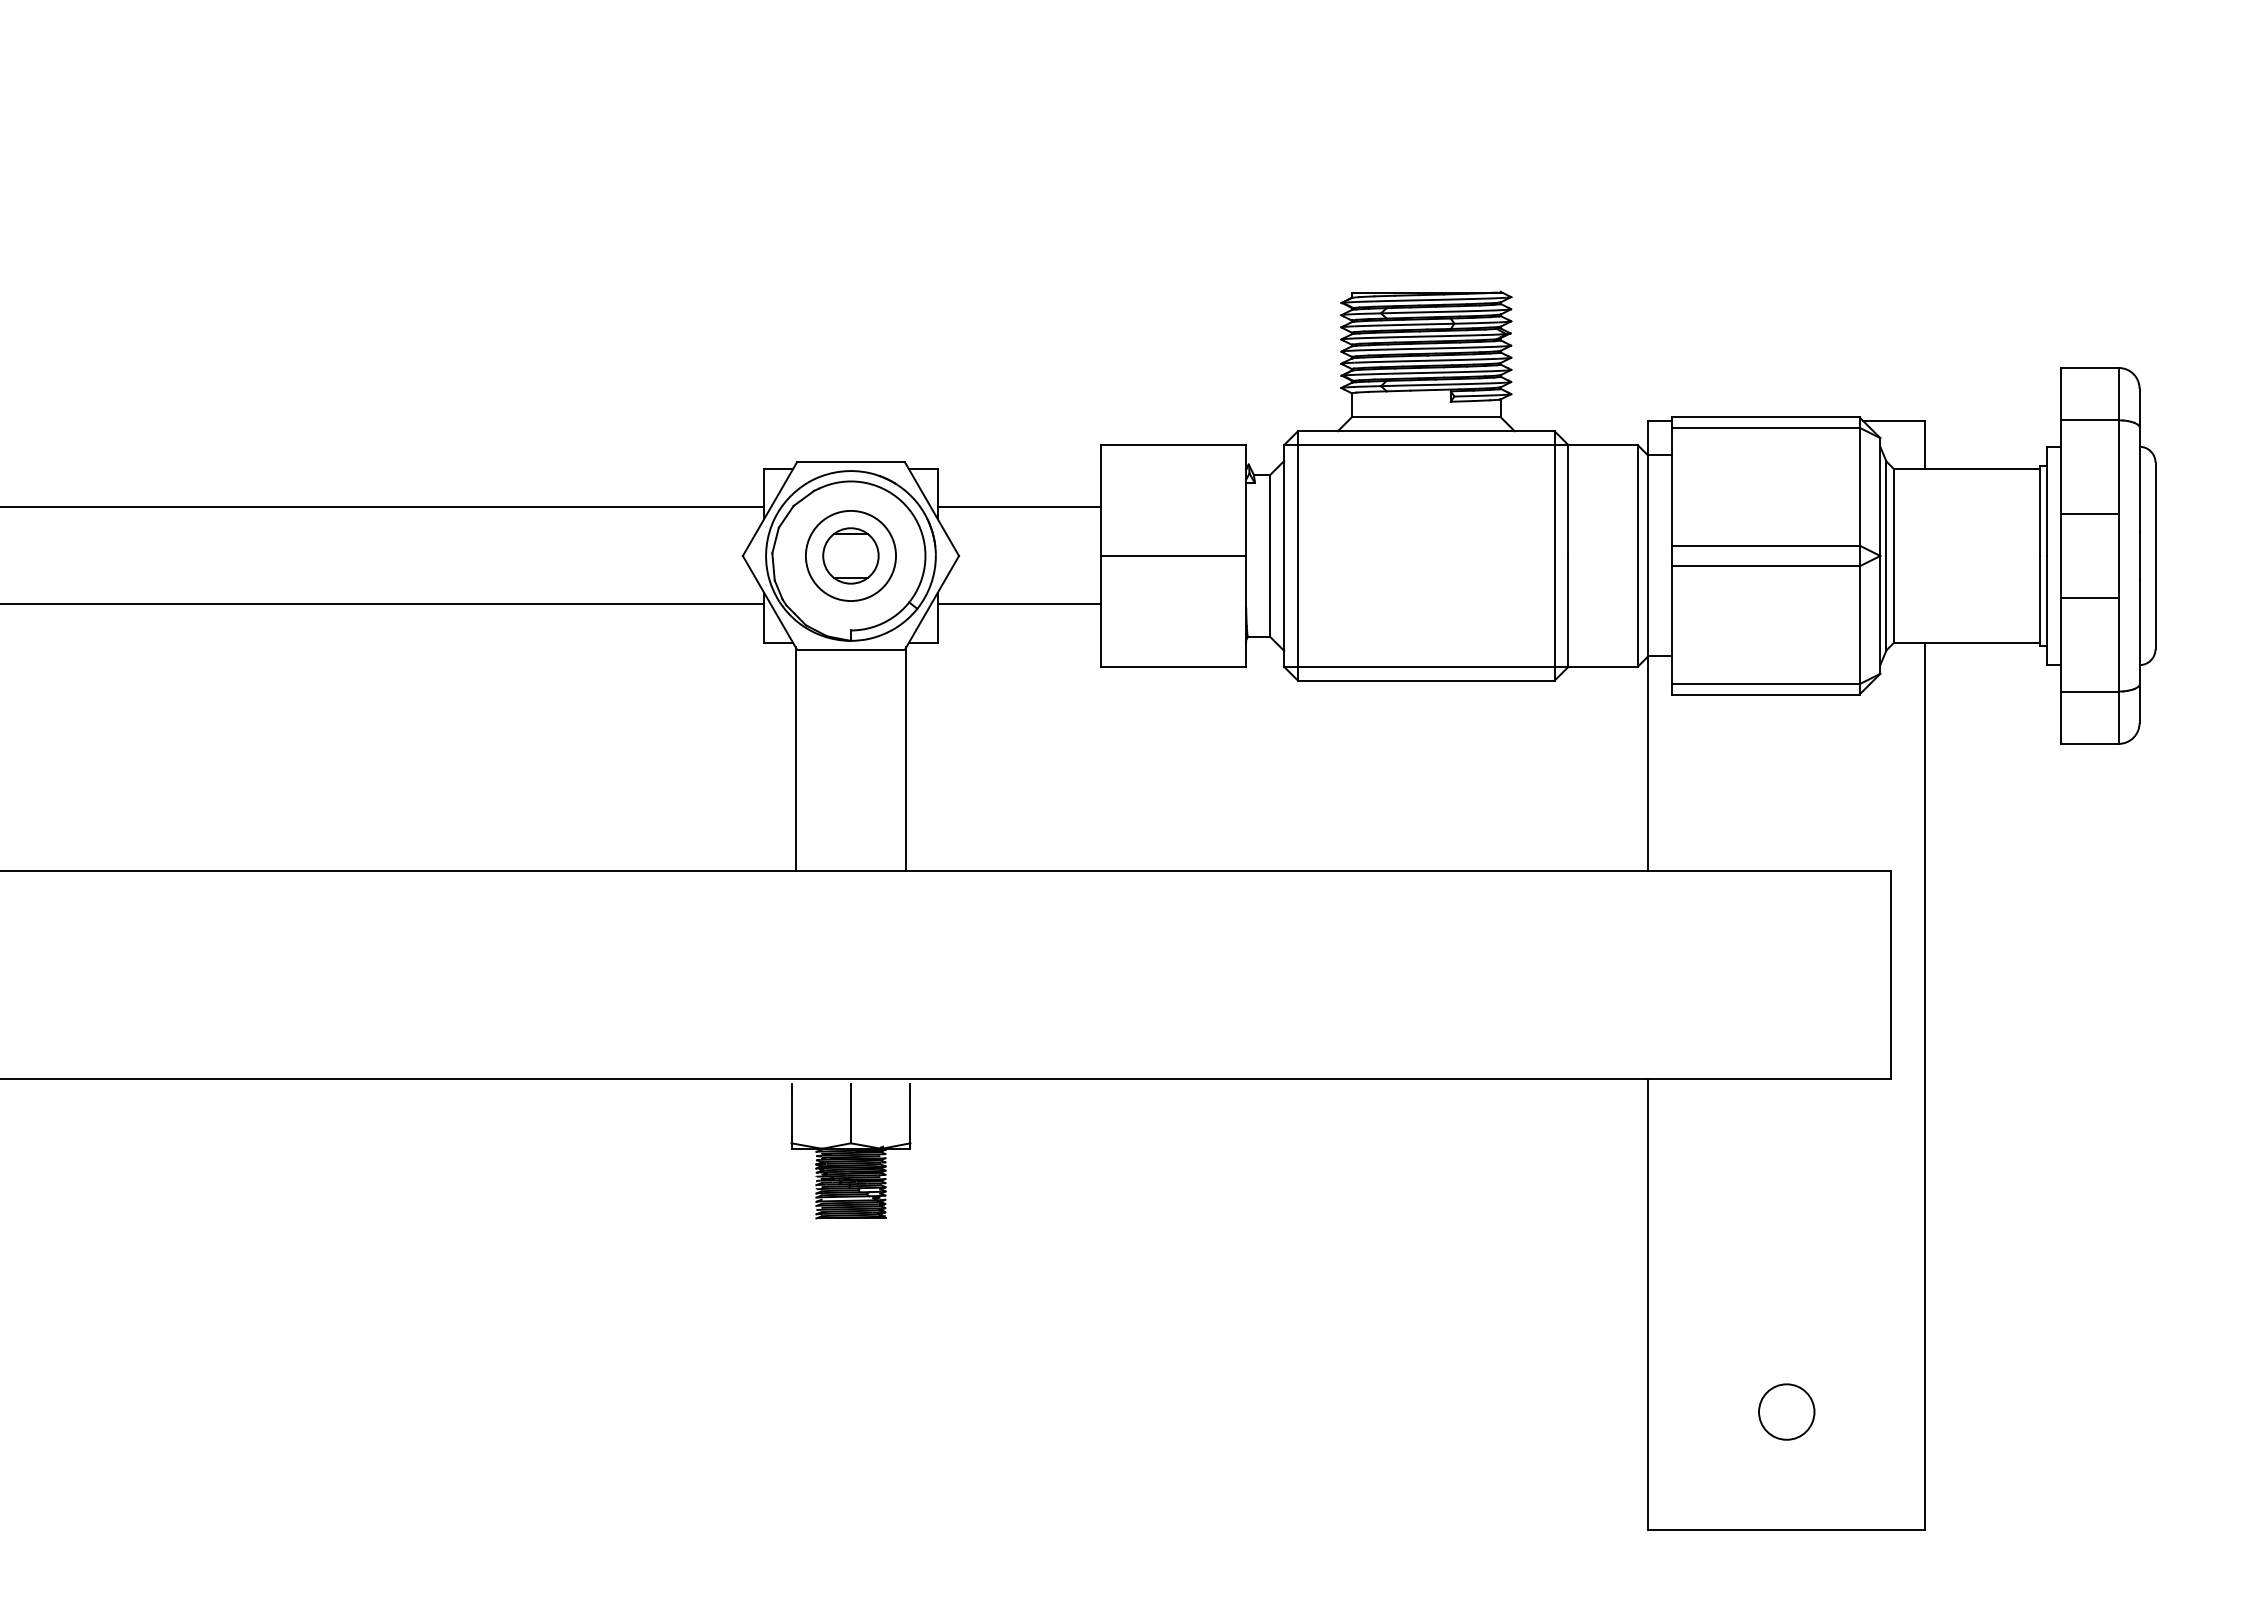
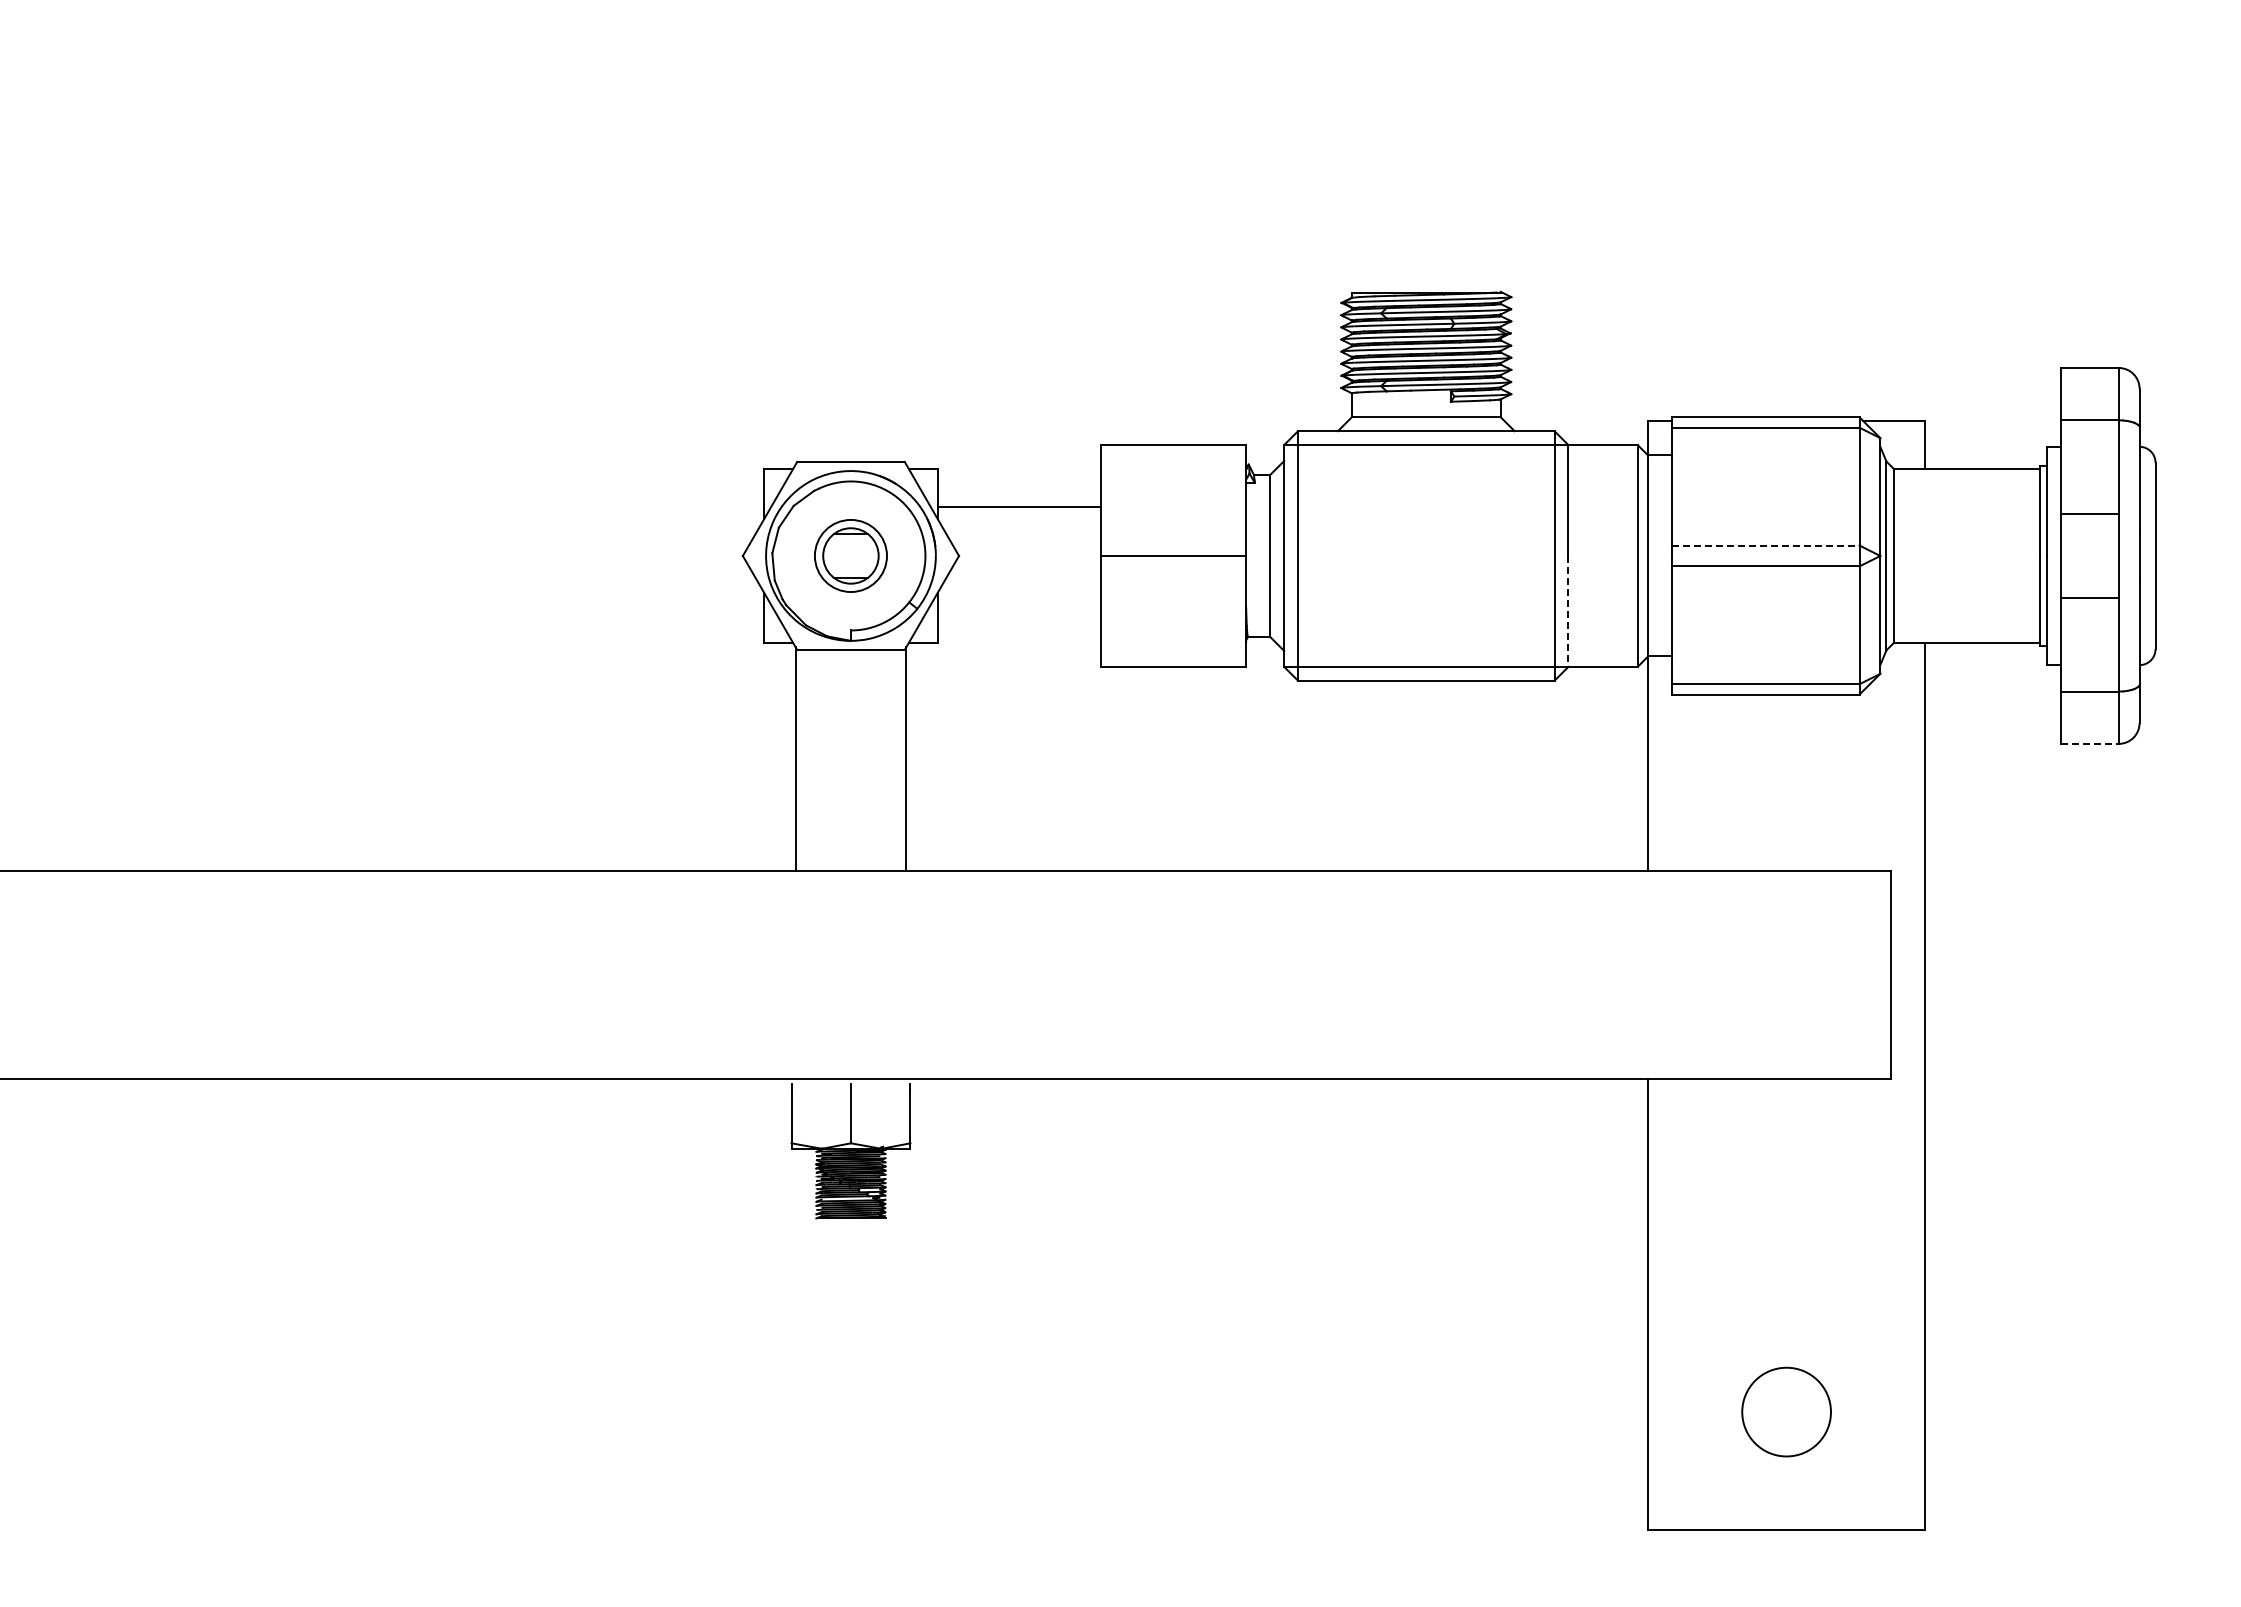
line at (383, 507): present -> none
line at (1765, 545): solid -> dashed
circle at (850, 555) diameter: 90 px -> 72 px
line at (383, 604): present -> none
line at (1018, 604): present -> none
line at (1568, 611): solid -> dashed
line at (2090, 743): solid -> dashed
circle at (1786, 1411) size: 58x58 px -> 91x92 px
